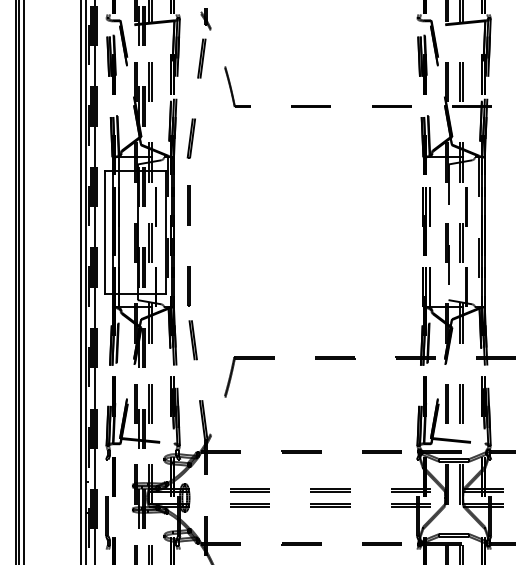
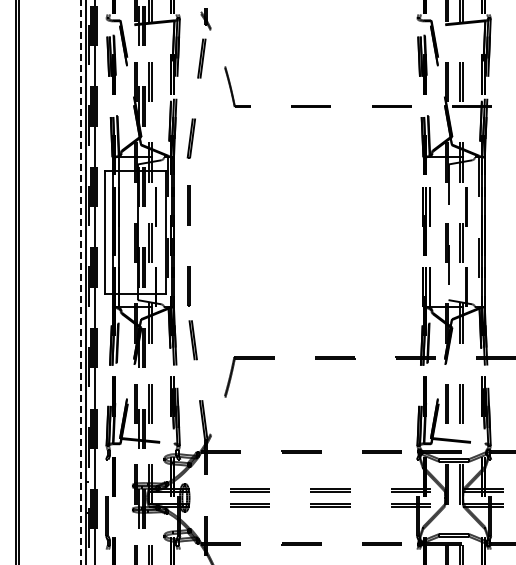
line at (24, 281): present -> none
line at (80, 282): solid -> dashed
